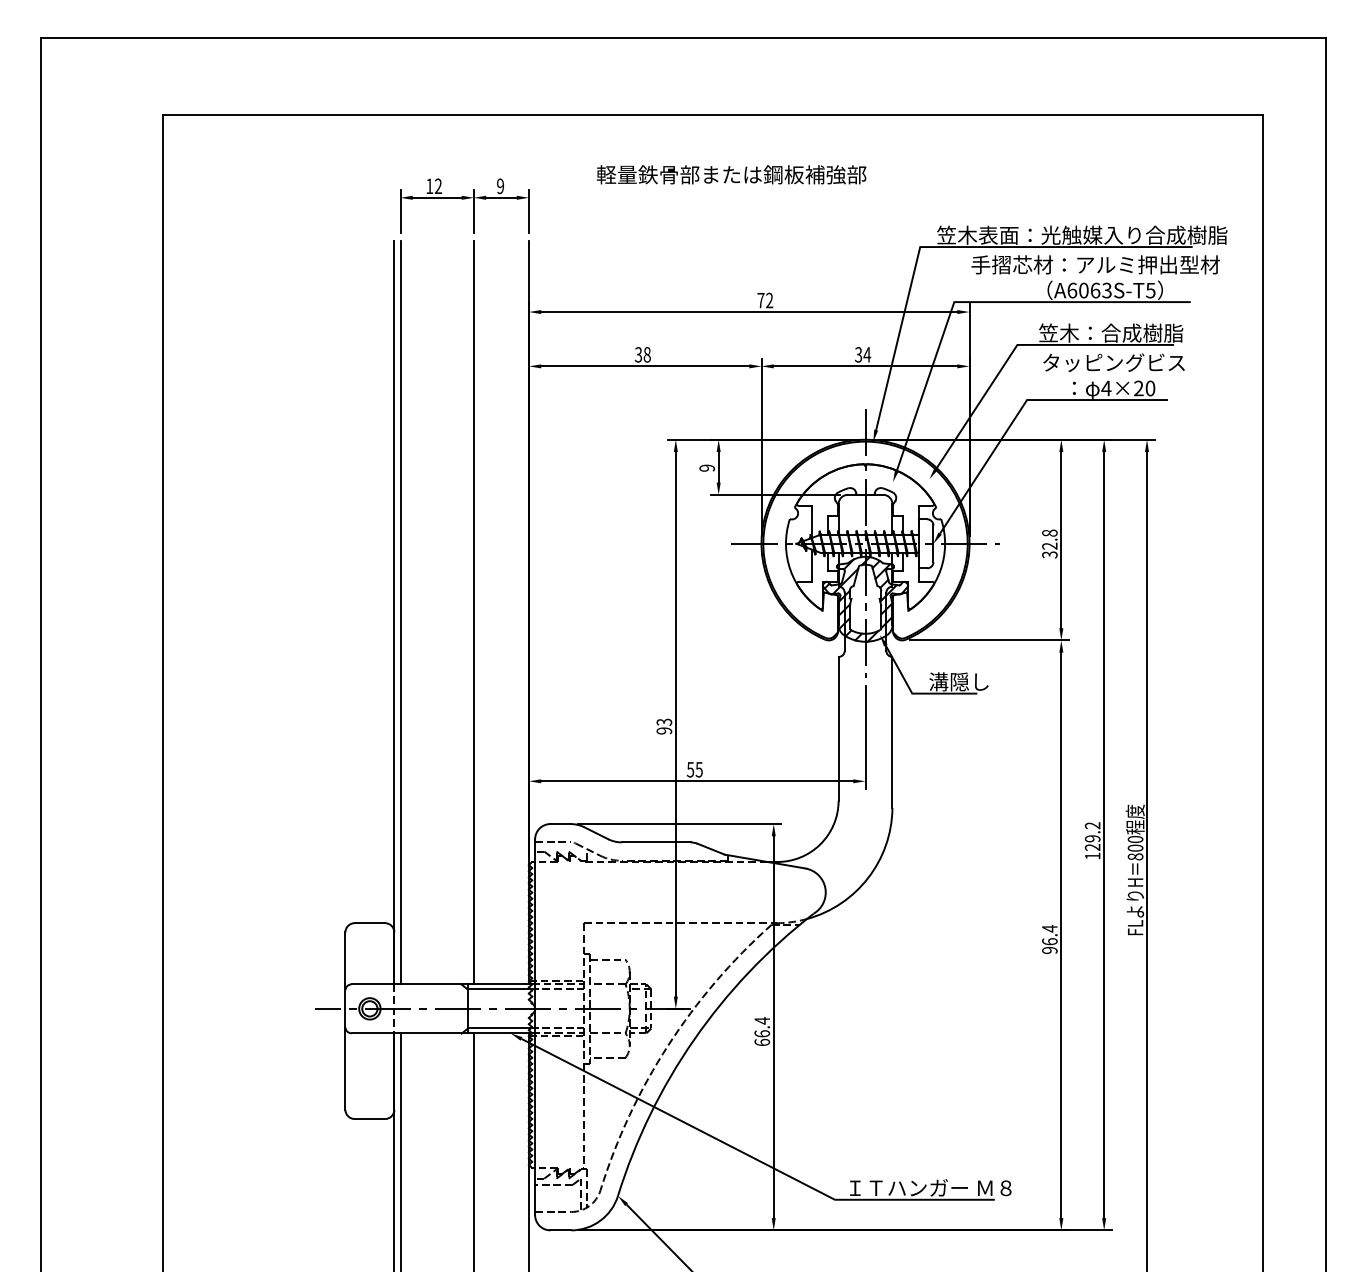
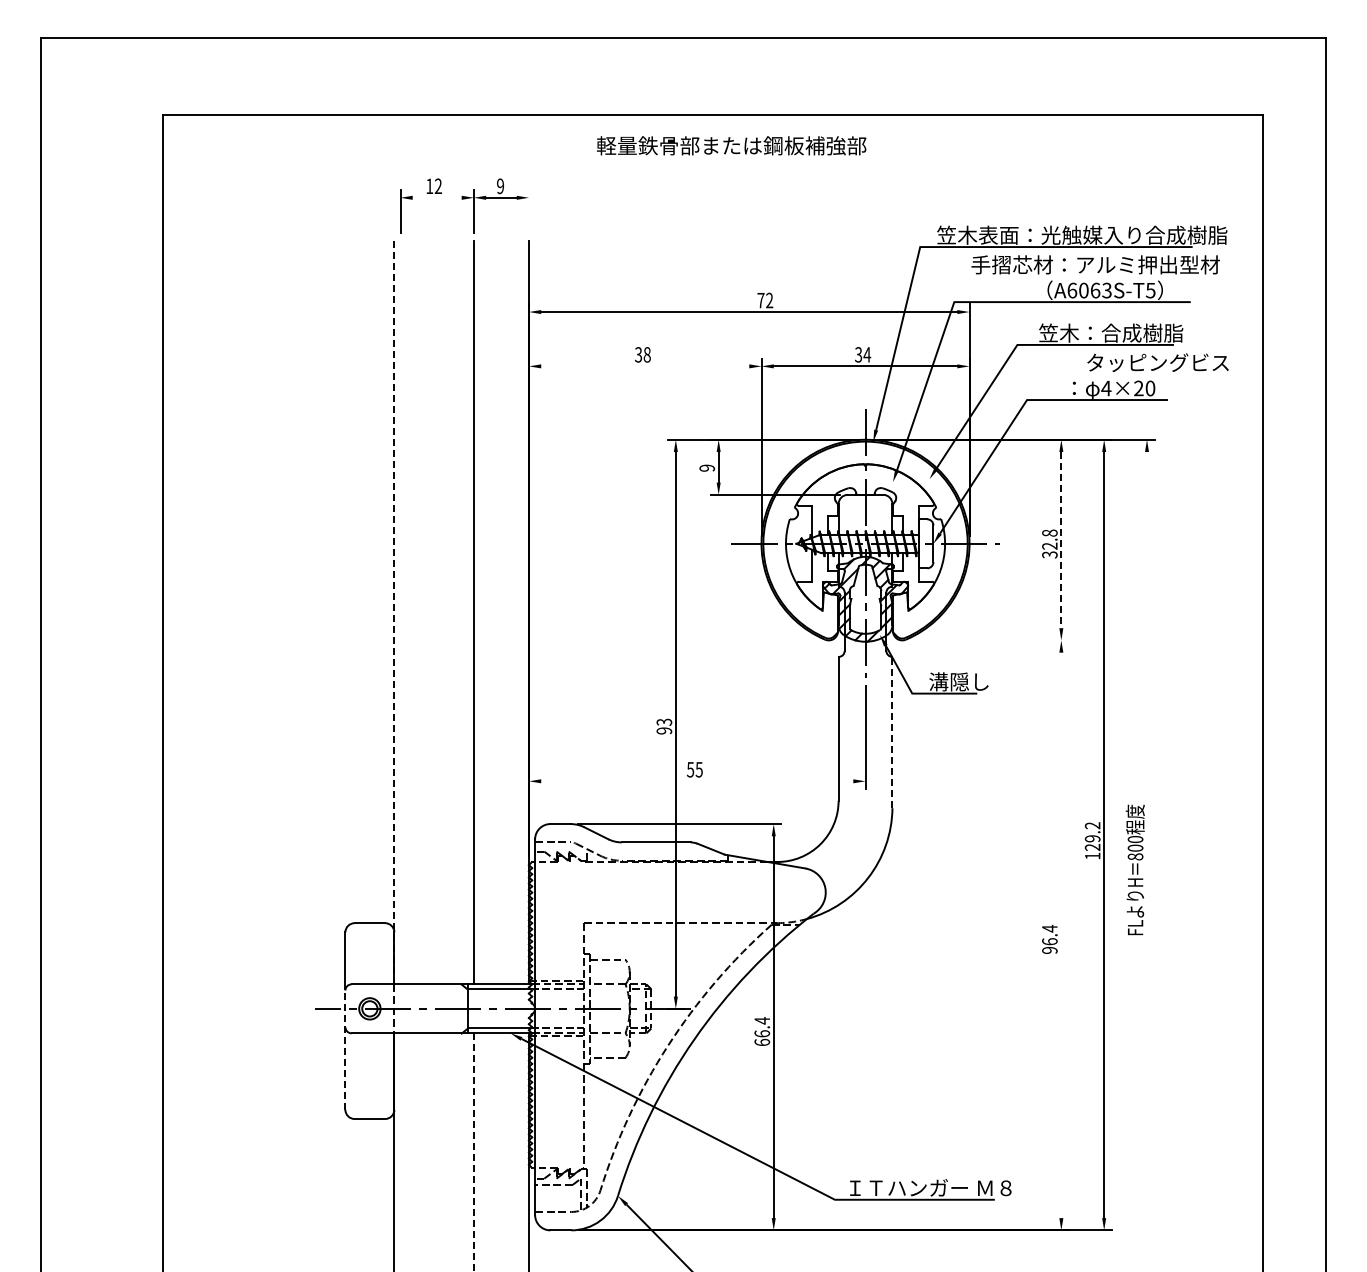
text at (731, 174) position: (731, 174) -> (731, 145)
line at (436, 197): present -> none
line at (528, 211): present -> none
text at (1113, 362) position: (1113, 362) -> (1157, 362)
line at (645, 366): present -> none
line at (1061, 540): solid -> dashed
line at (394, 612): solid -> dashed
line at (400, 612): present -> none
line at (988, 640): present -> none
line at (892, 732): solid -> dashed
line at (697, 781): present -> none
line at (1147, 860): present -> none
line at (1061, 935): present -> none
line at (345, 1050): solid -> dashed
line at (400, 1150): present -> none
line at (473, 1153): solid -> dashed
